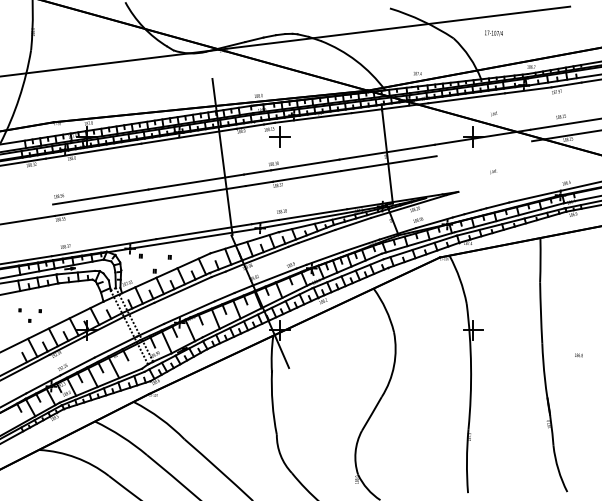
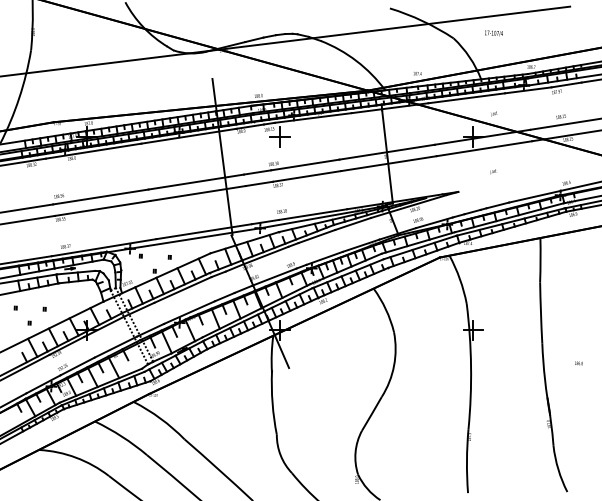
line at (484, 148): none -> present
line at (27, 208): none -> present
part at (29, 315) size: 24x15 px -> 34x21 px
text at (578, 355) position: (578, 355) -> (578, 363)
